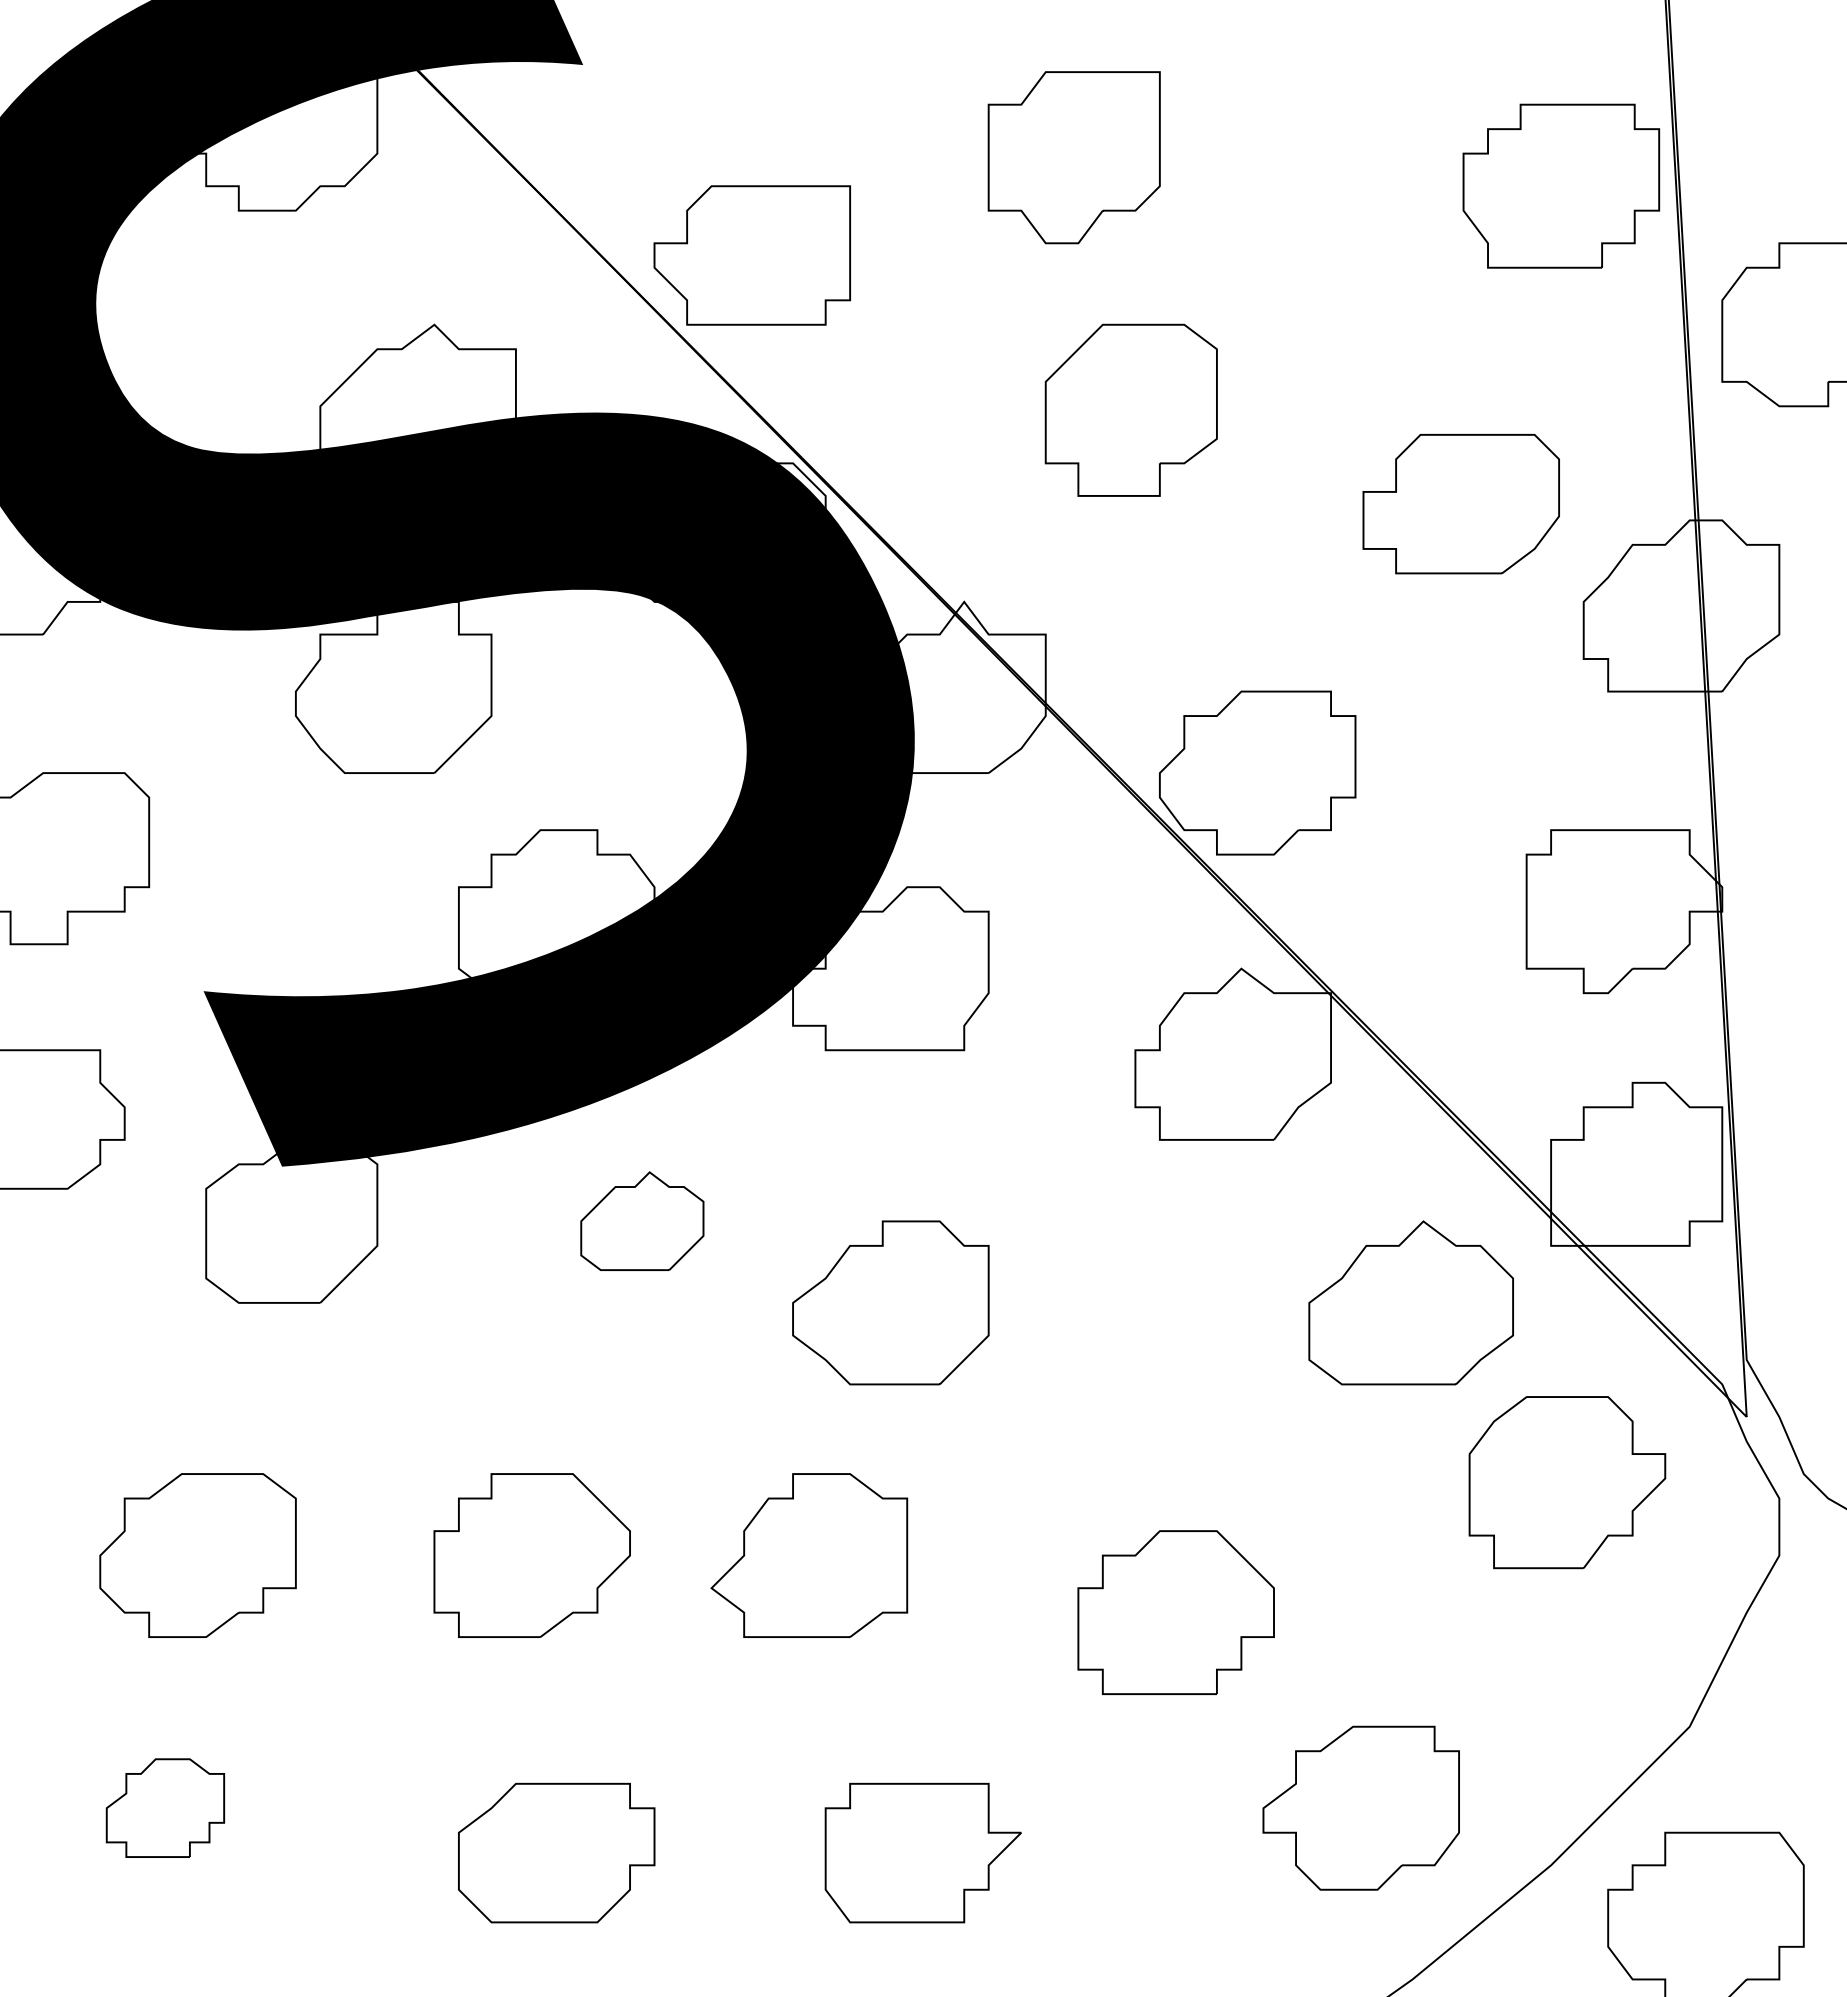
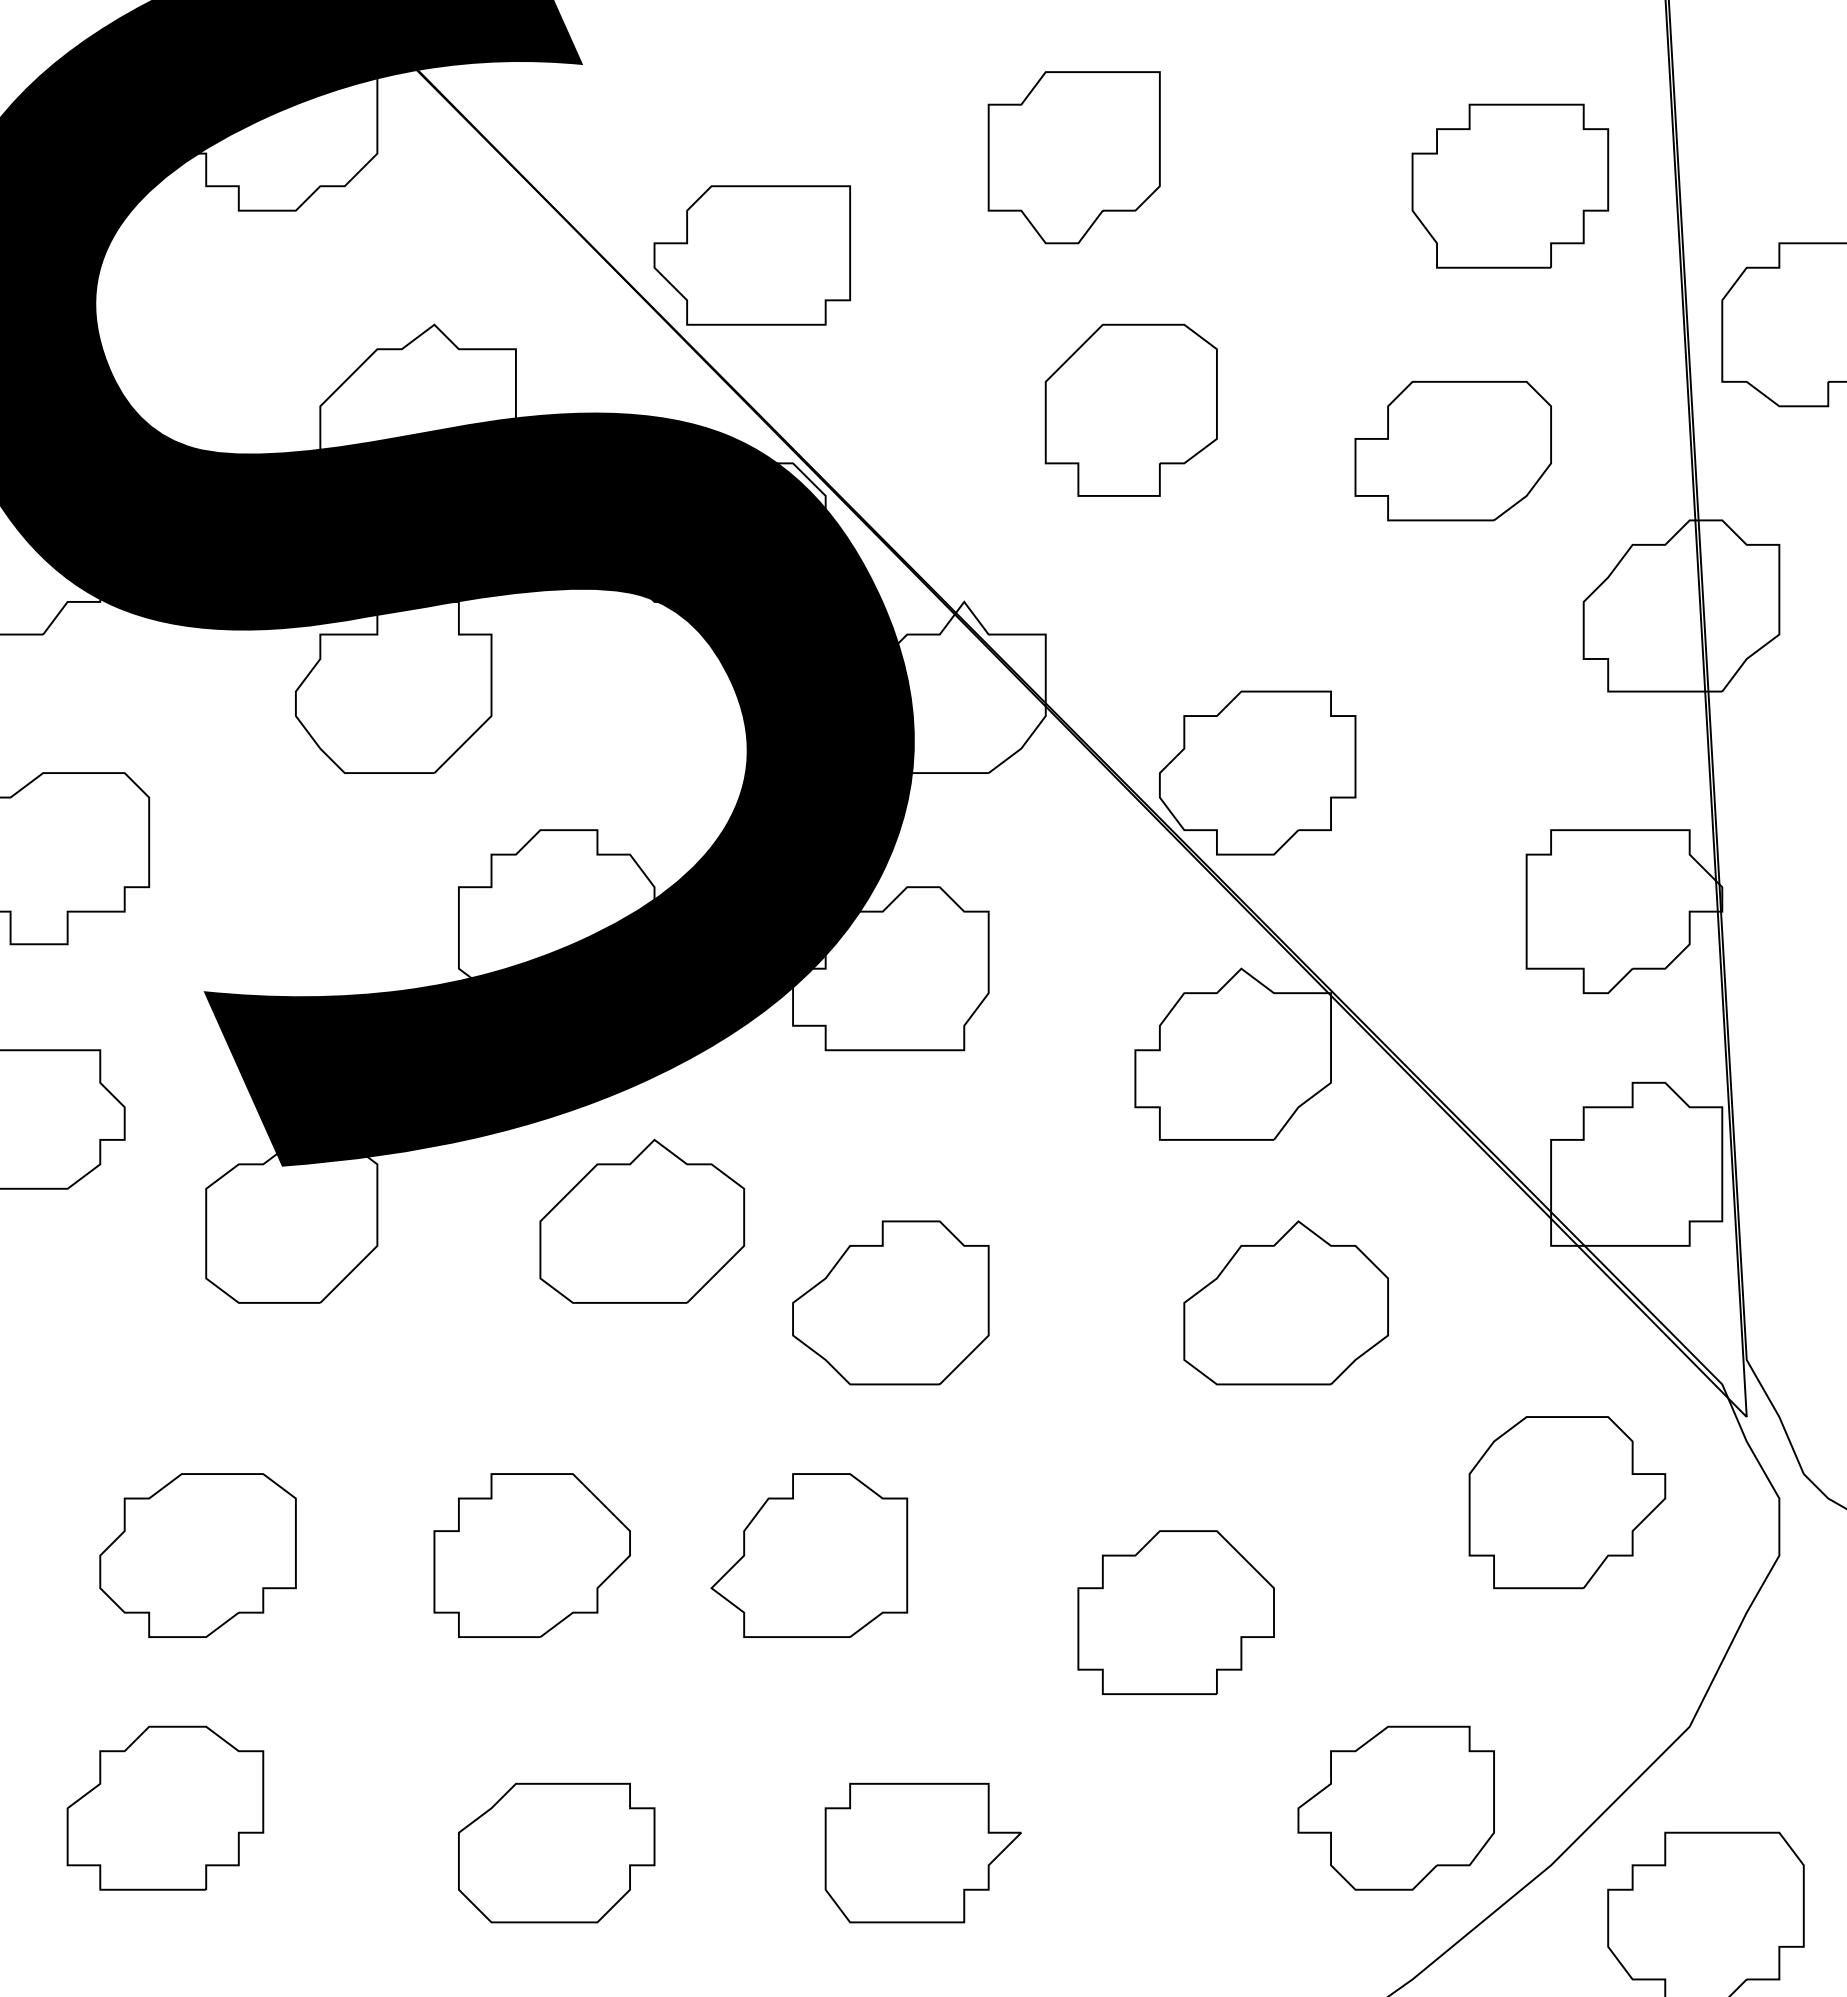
part at (1561, 185) position: (1561, 185) -> (1510, 185)
part at (1460, 504) position: (1460, 504) -> (1452, 451)
part at (642, 1220) size: 125x100 px -> 207x166 px
part at (1410, 1302) position: (1410, 1302) -> (1285, 1302)
part at (1567, 1482) position: (1567, 1482) -> (1567, 1502)
part at (165, 1807) size: 121x100 px -> 199x166 px
part at (1360, 1807) position: (1360, 1807) -> (1395, 1807)
